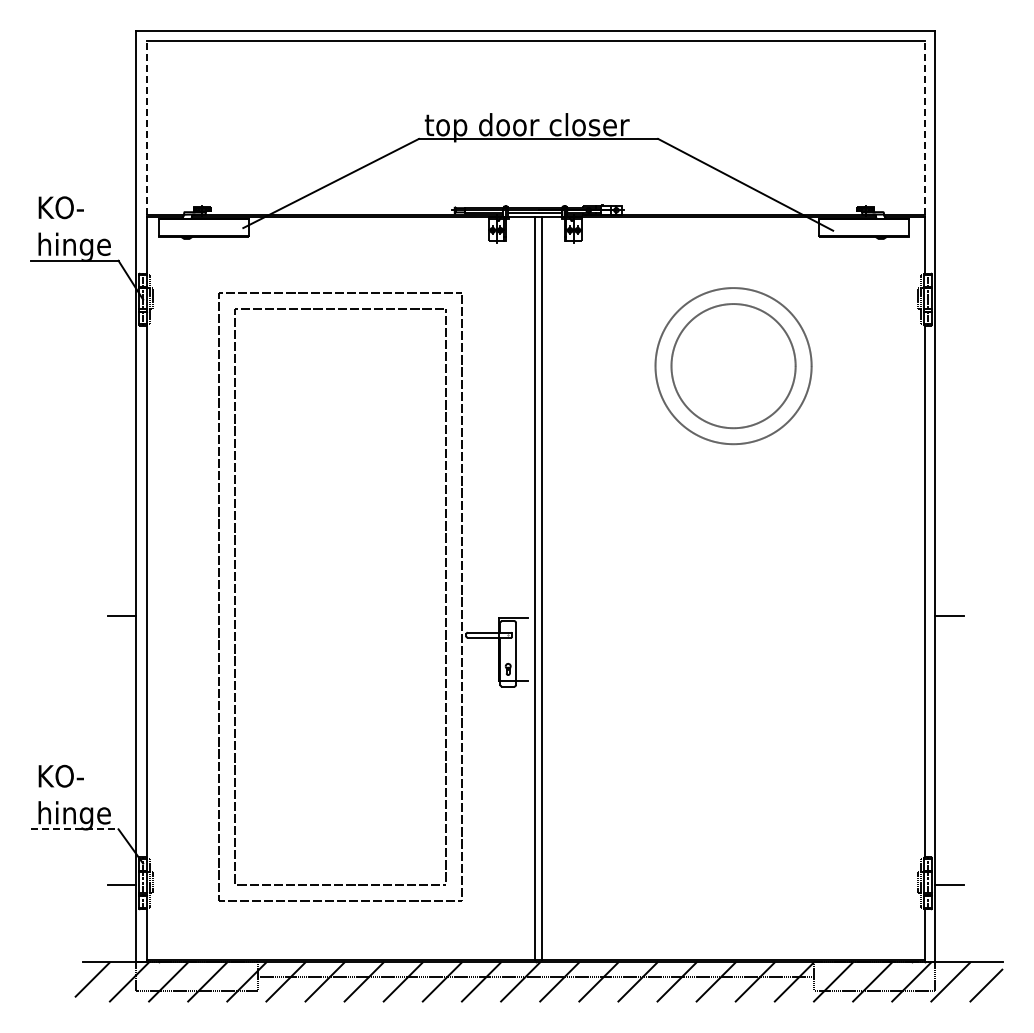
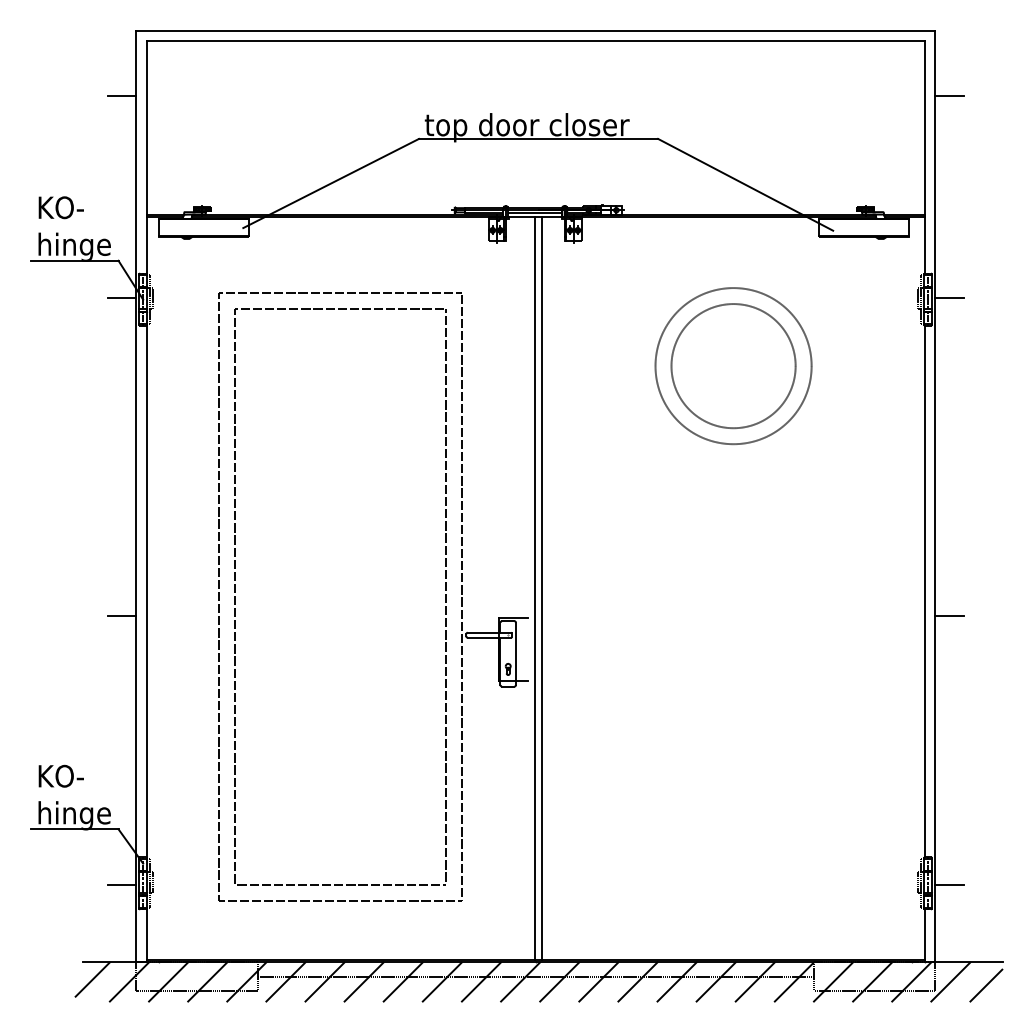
line at (121, 96): none -> present
line at (948, 96): none -> present
line at (146, 127): dashed -> solid
line at (924, 127): dashed -> solid
line at (121, 297): none -> present
line at (948, 297): none -> present
line at (74, 829): dashed -> solid
